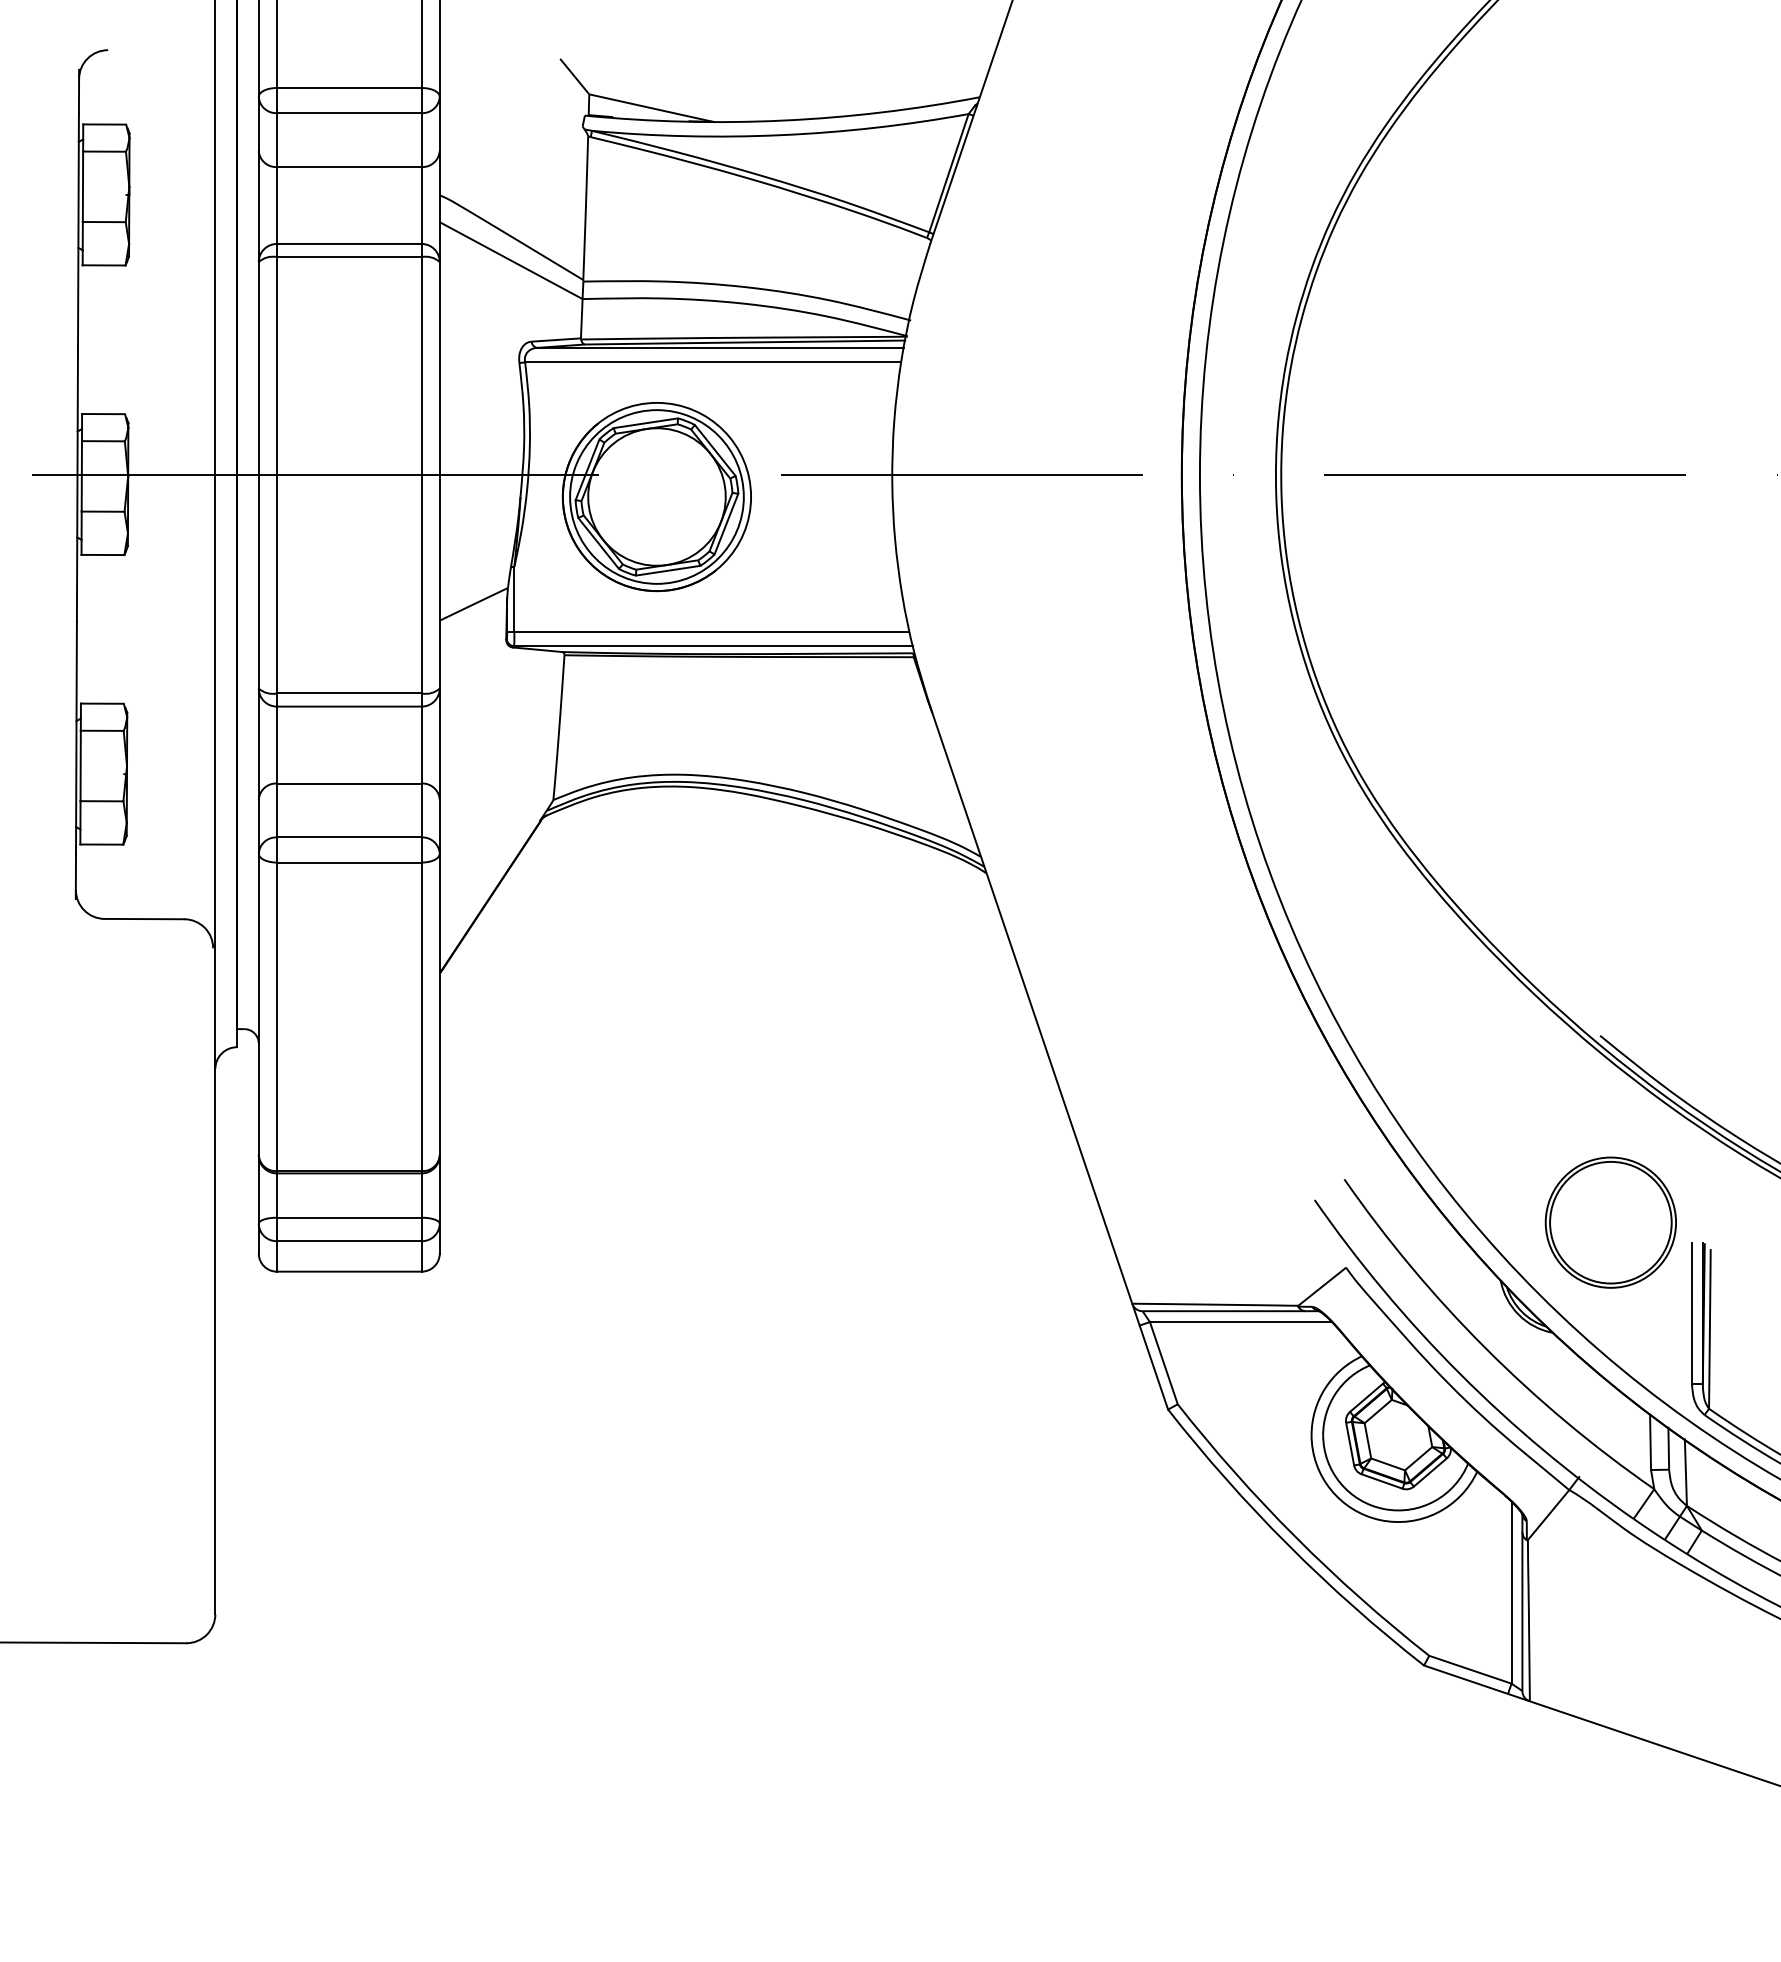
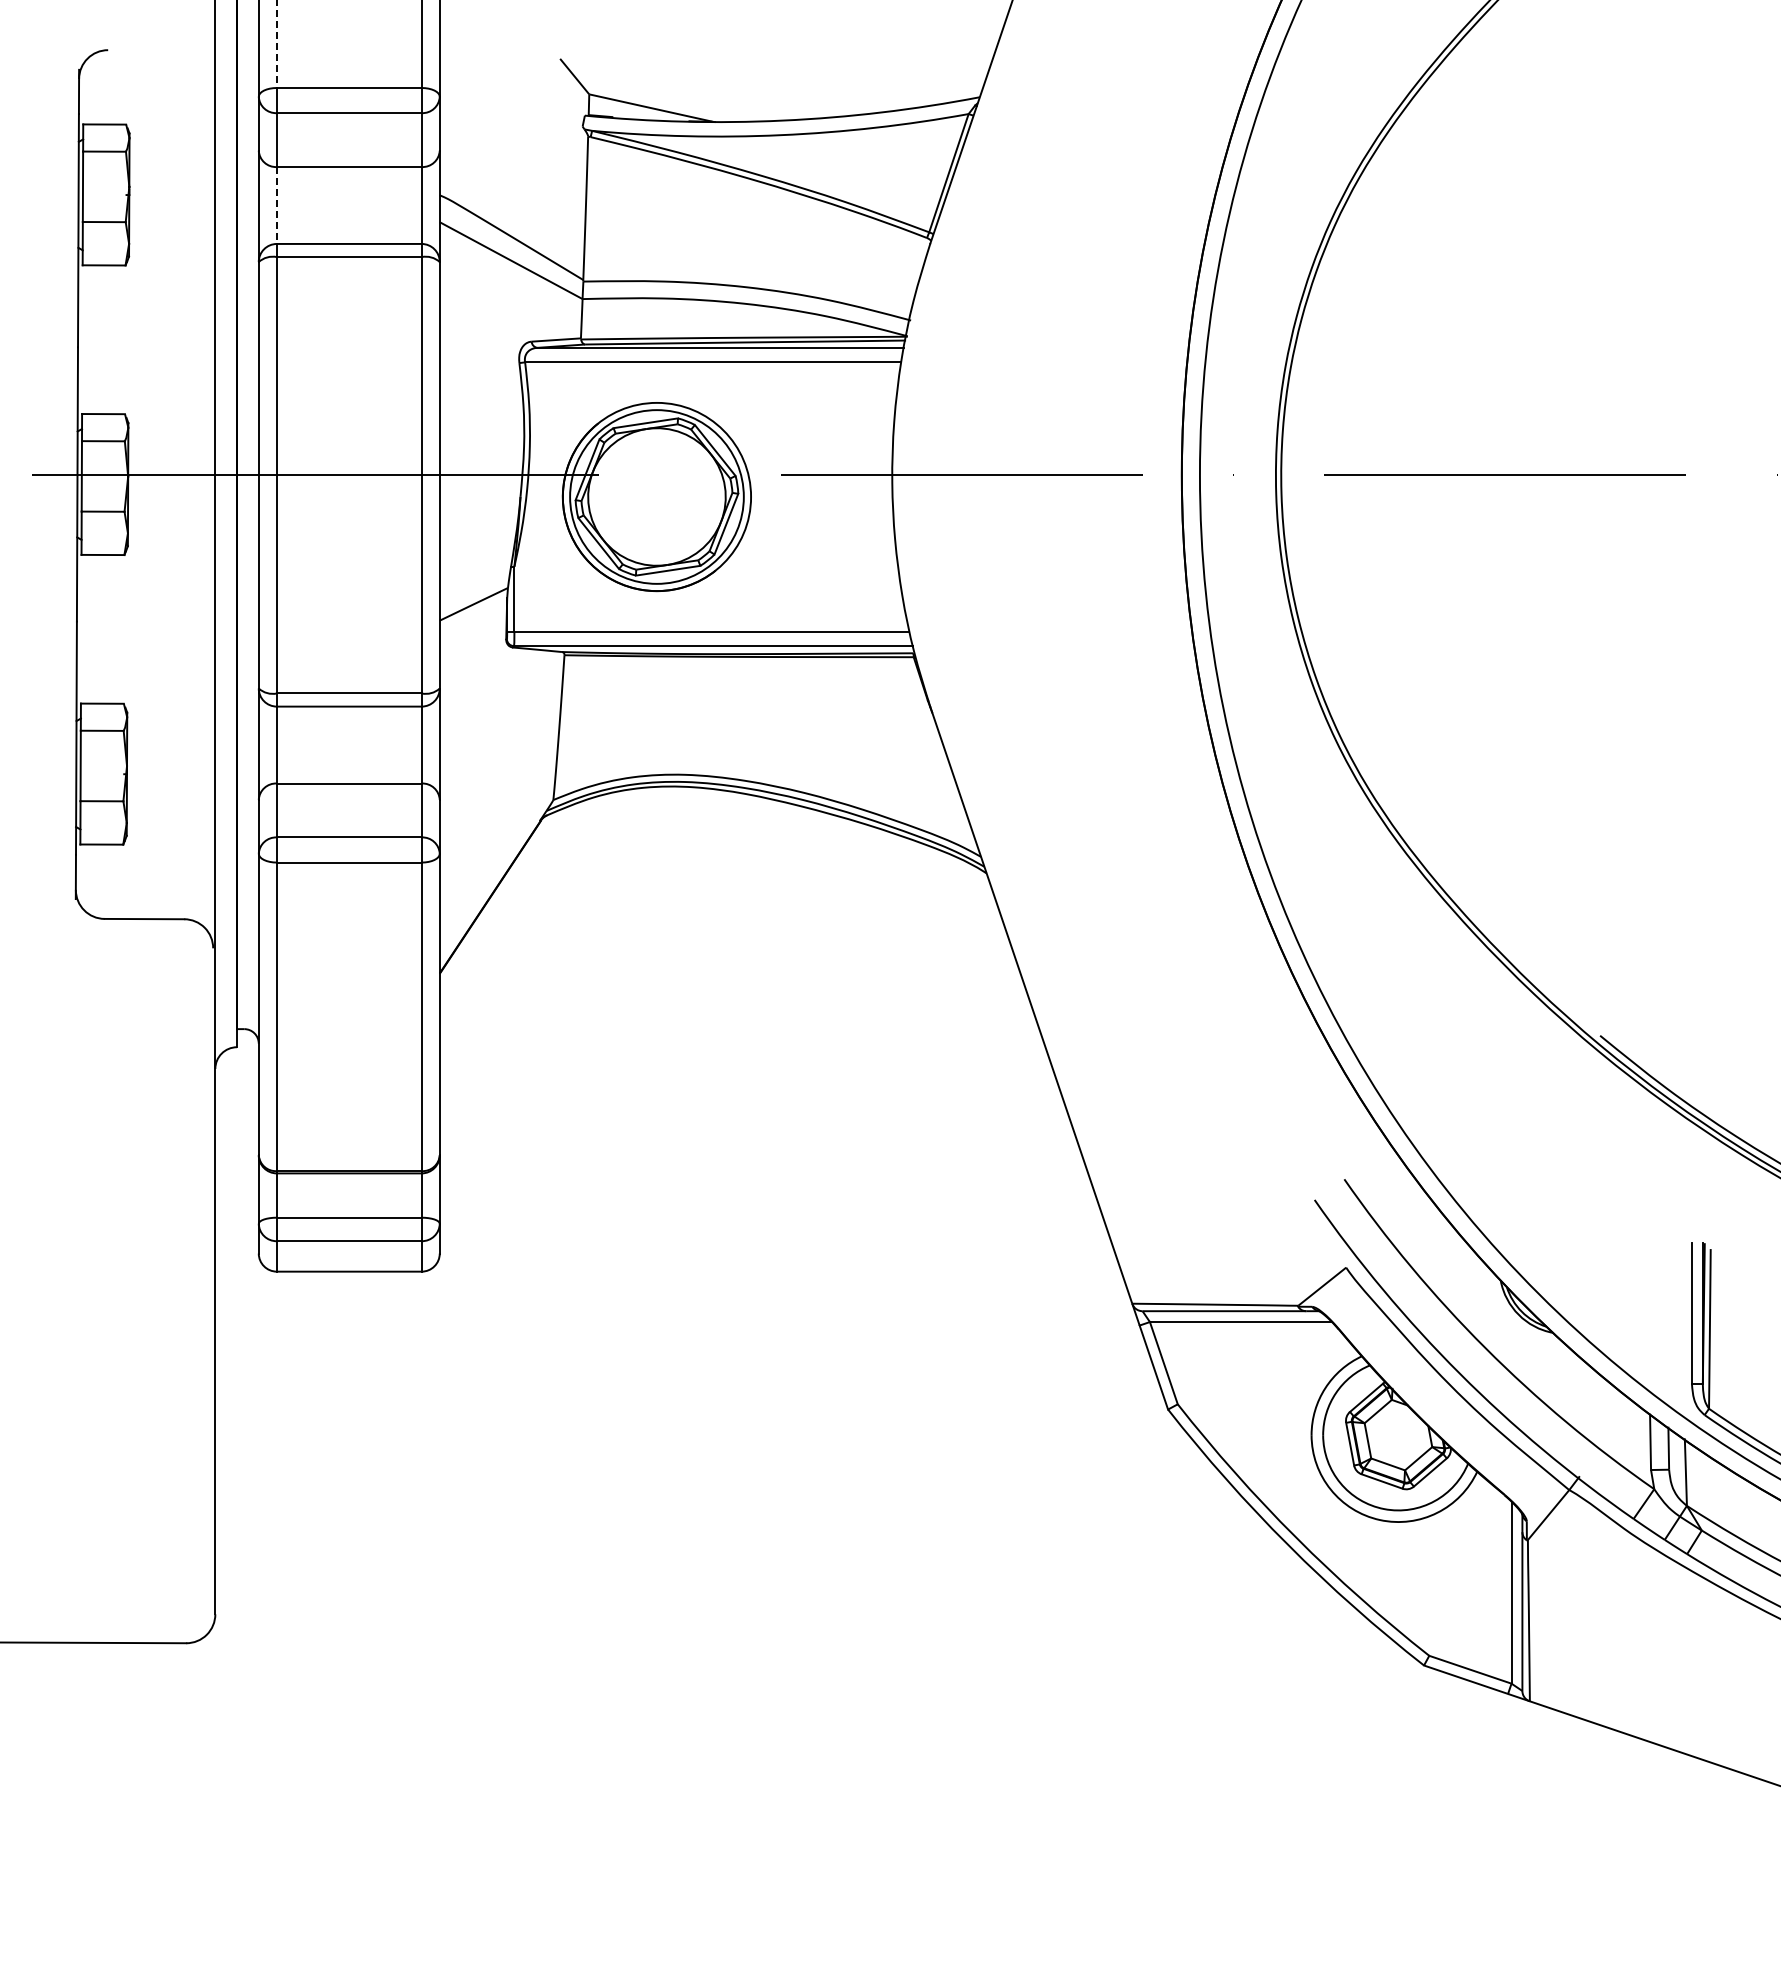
line at (276, 44): solid -> dashed
line at (276, 206): solid -> dashed
part at (1610, 1222): present -> none
